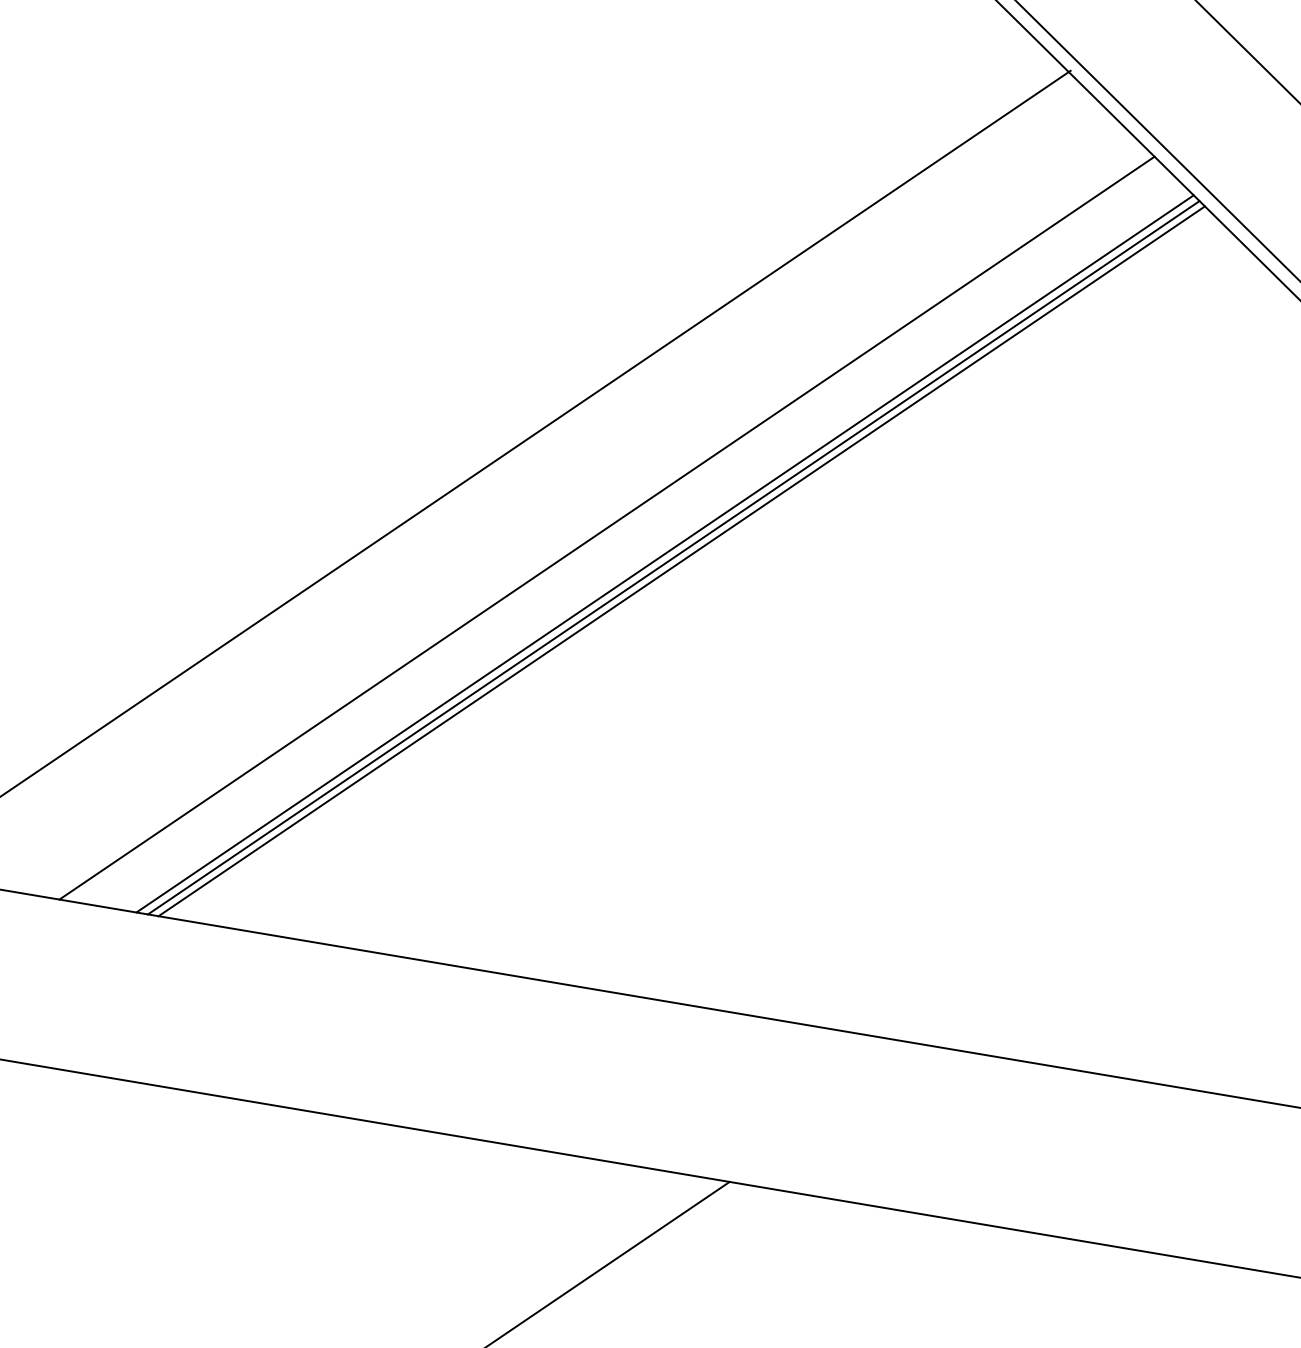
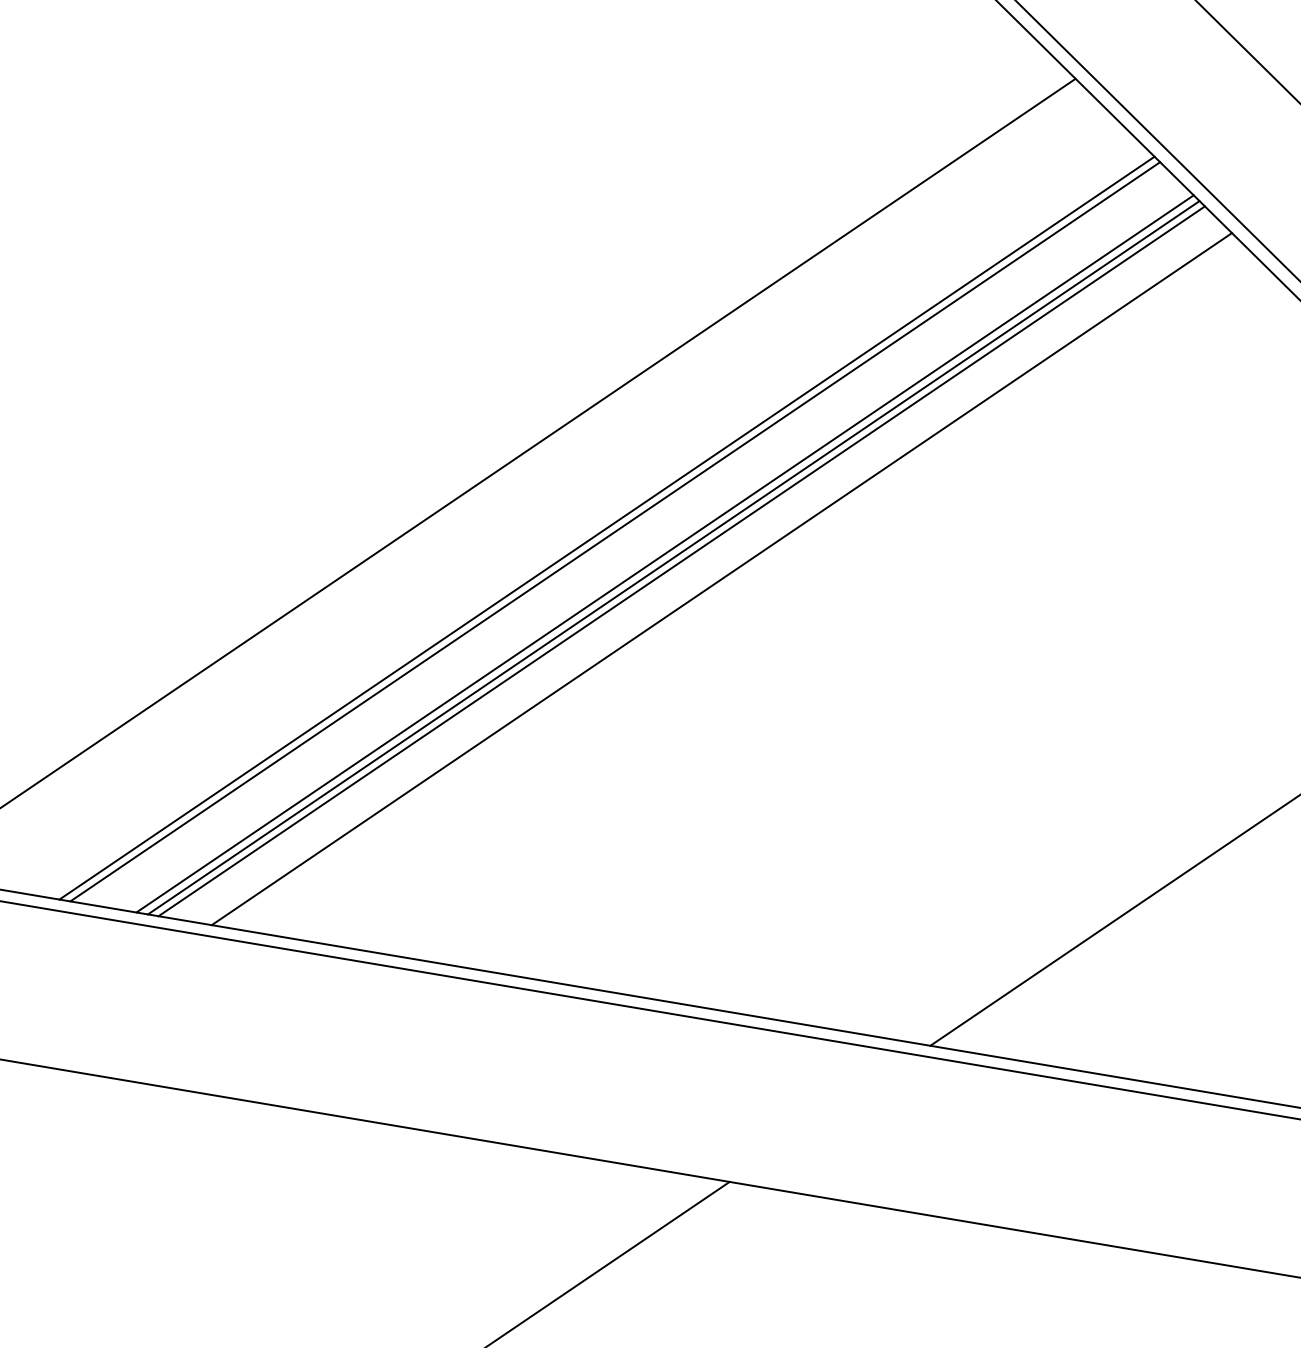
line at (536, 432) position: (536, 432) -> (538, 442)
line at (615, 531): none -> present
line at (721, 579): none -> present
line at (1113, 920): none -> present
line at (649, 1009): none -> present
